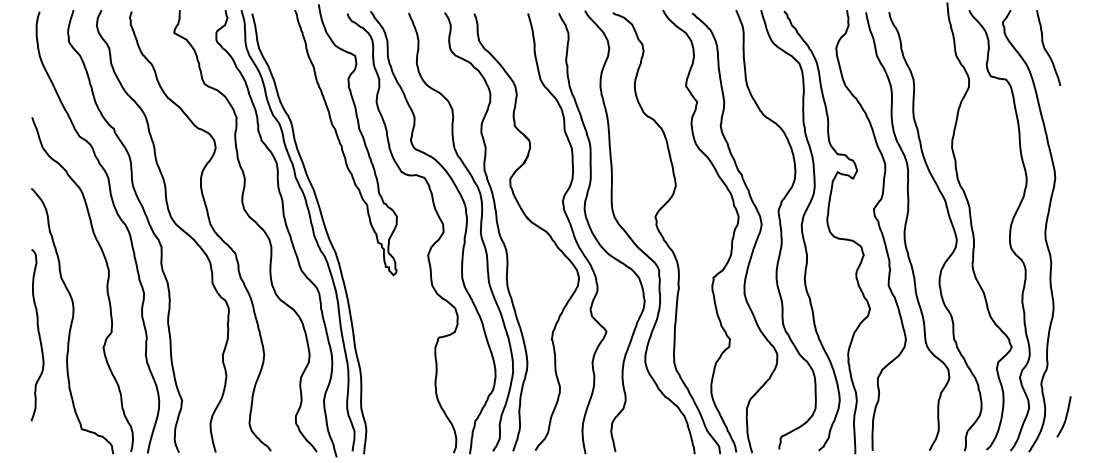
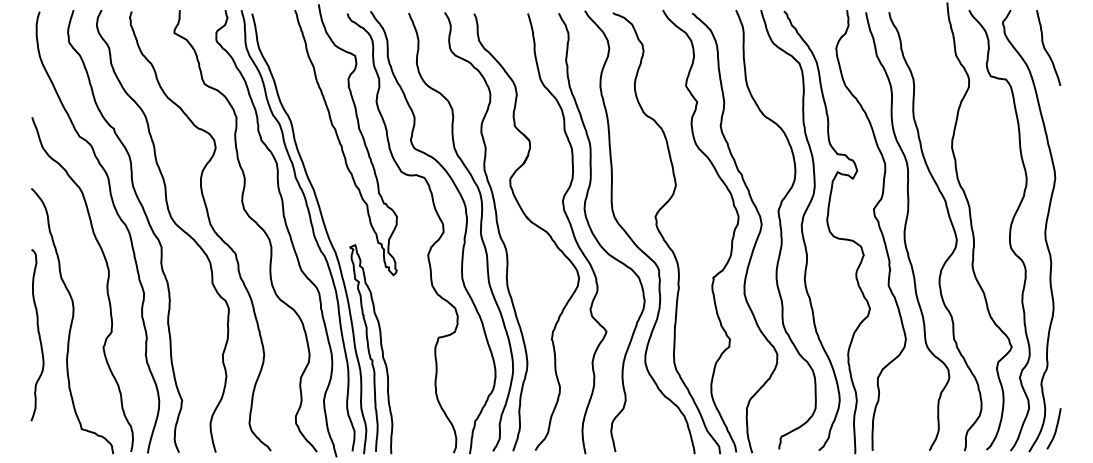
curve at (369, 349): none -> present
curve at (1065, 416) position: (1065, 416) -> (1055, 428)
